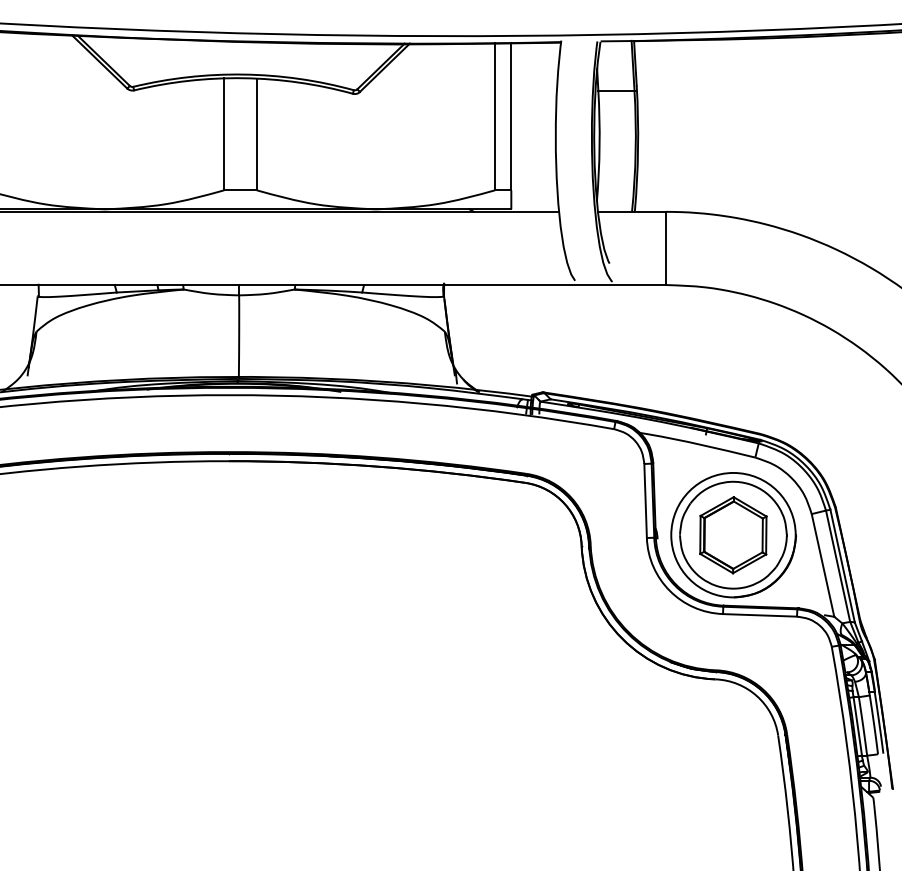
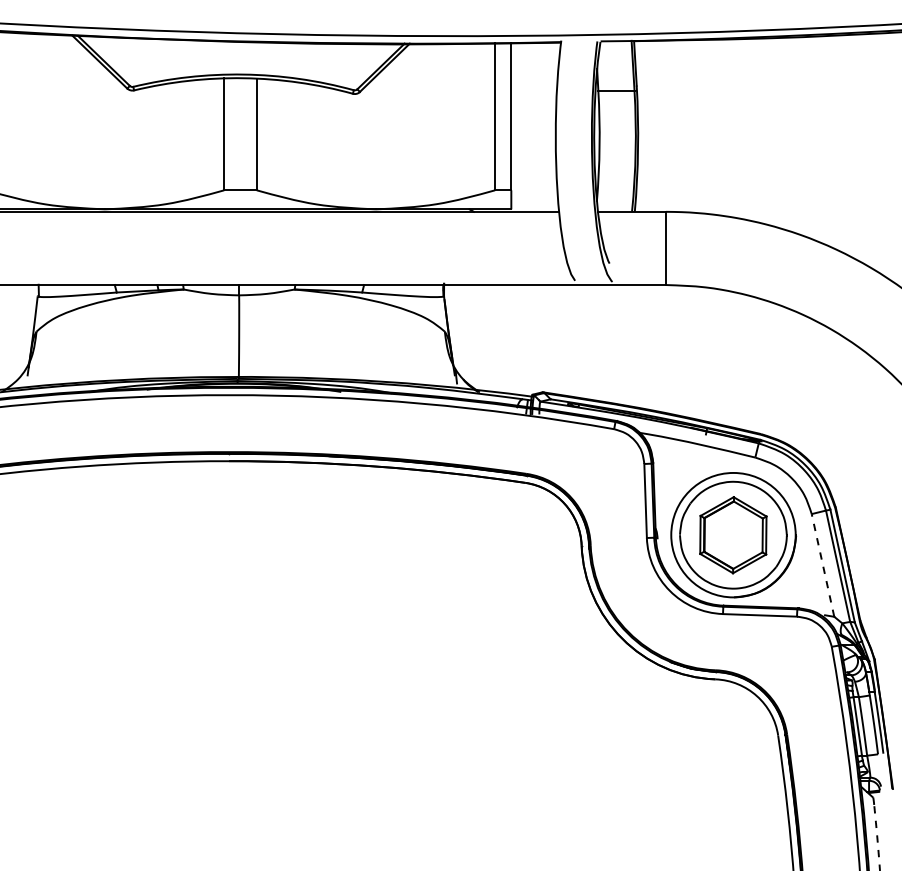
line at (823, 565): solid -> dashed
arc at (877, 837): solid -> dashed
